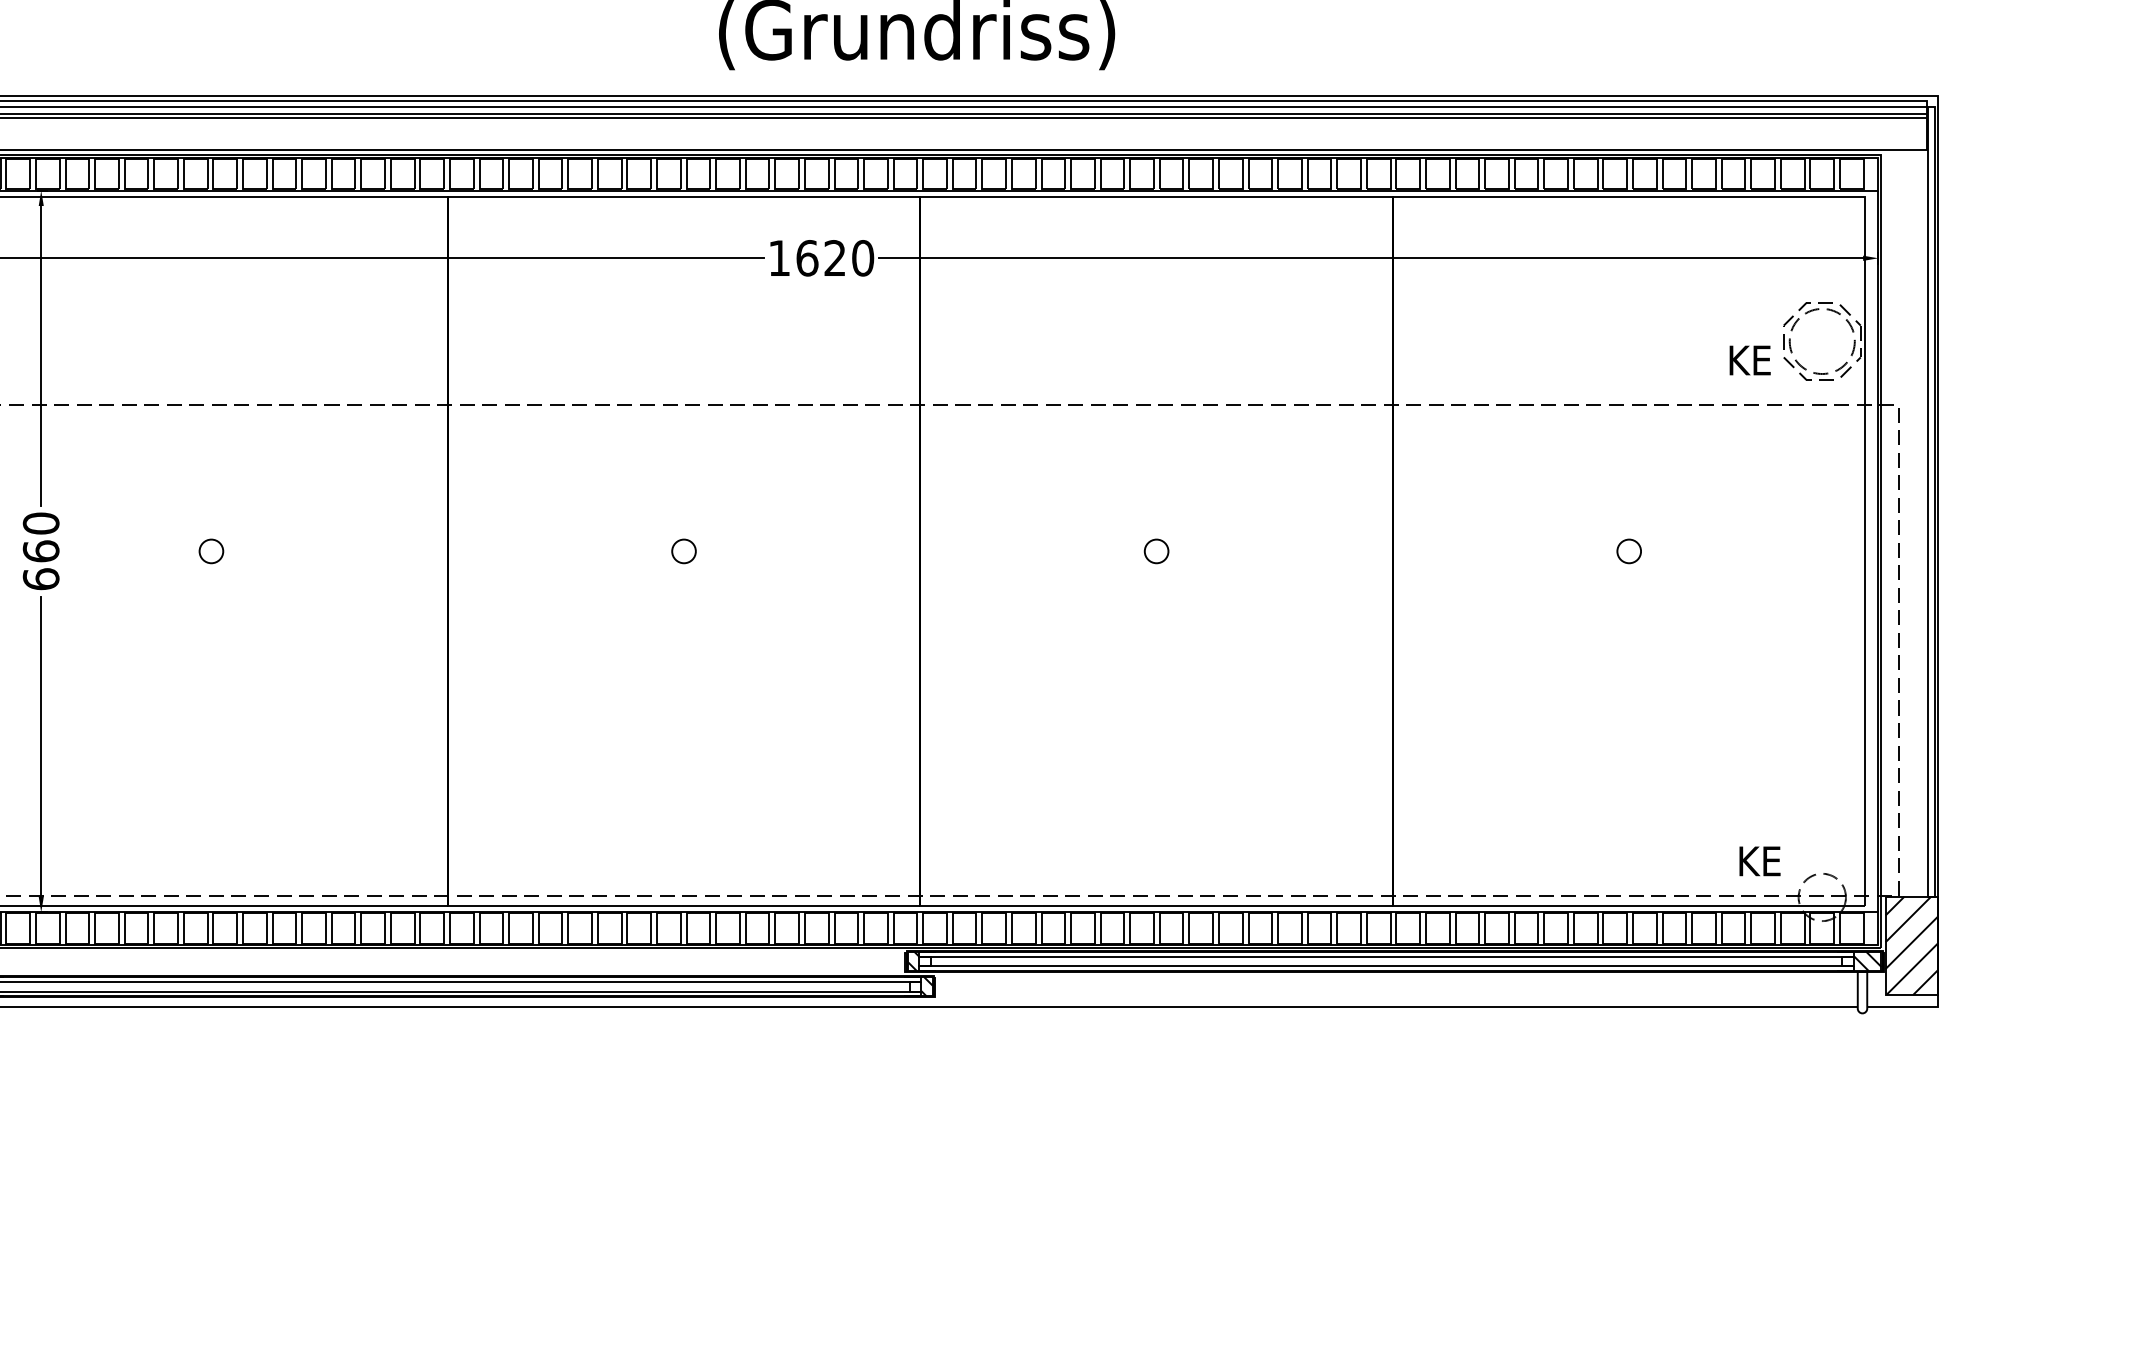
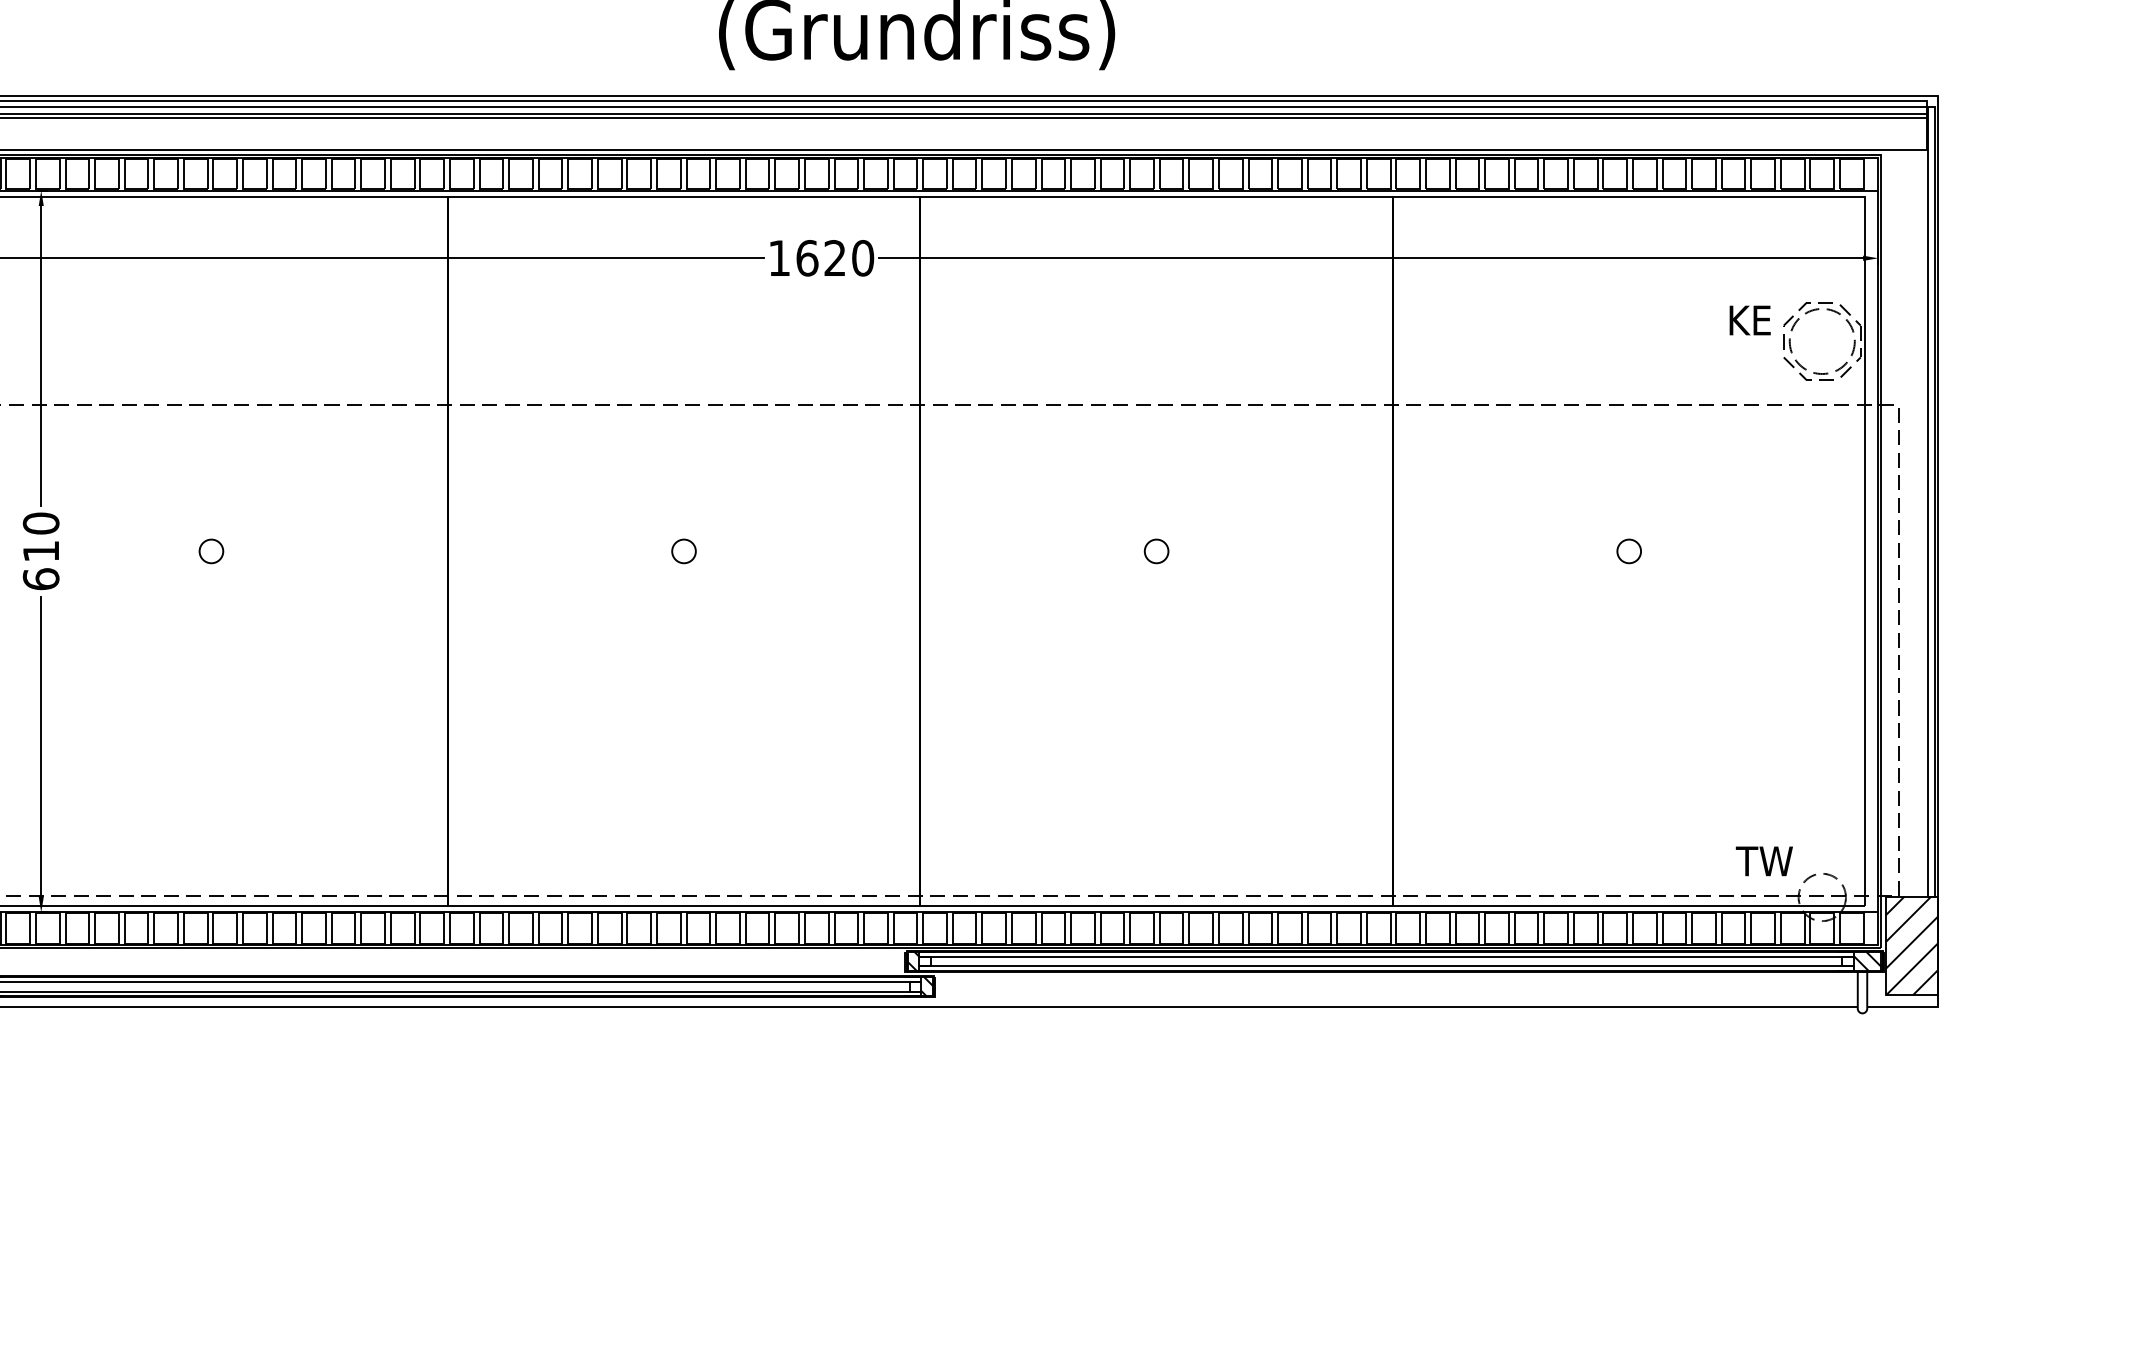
text at (1749, 360) position: (1749, 360) -> (1749, 320)
text at (40, 551): 660 -> 610
text at (1763, 861): KE -> TW
